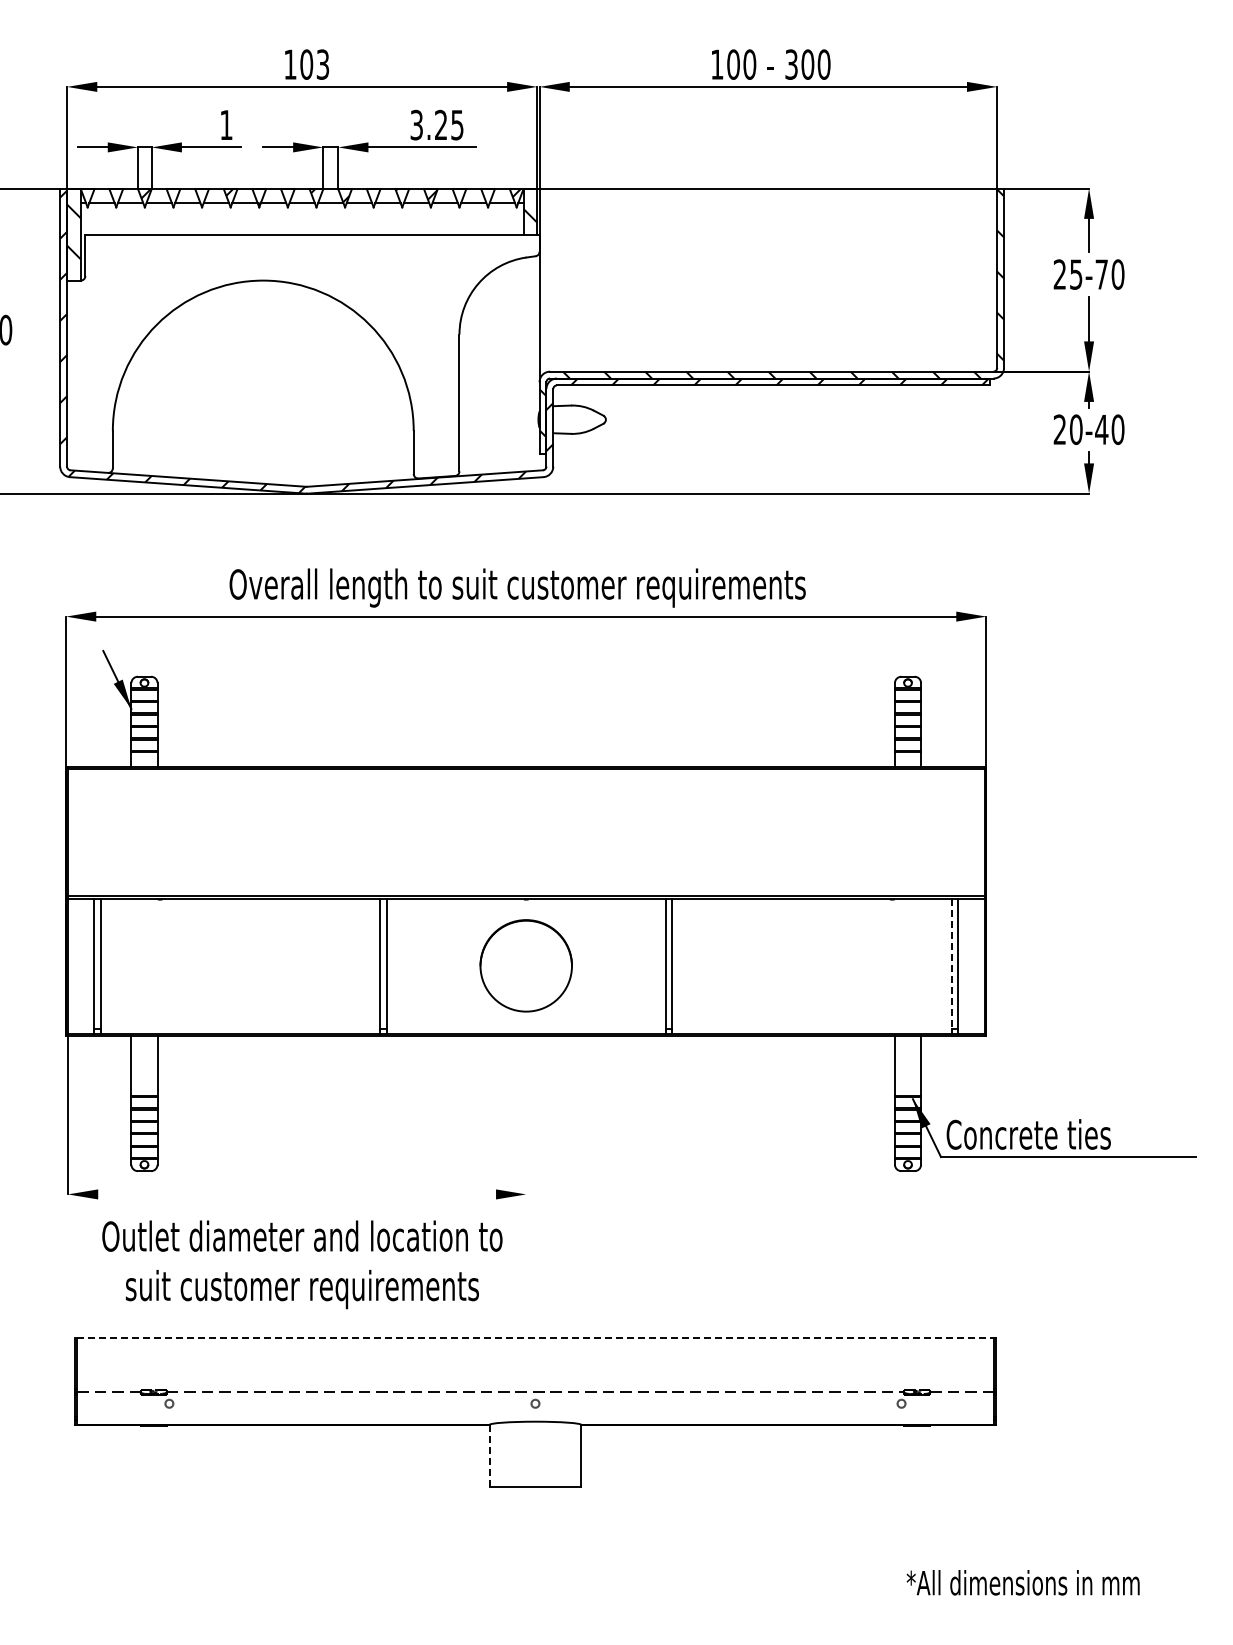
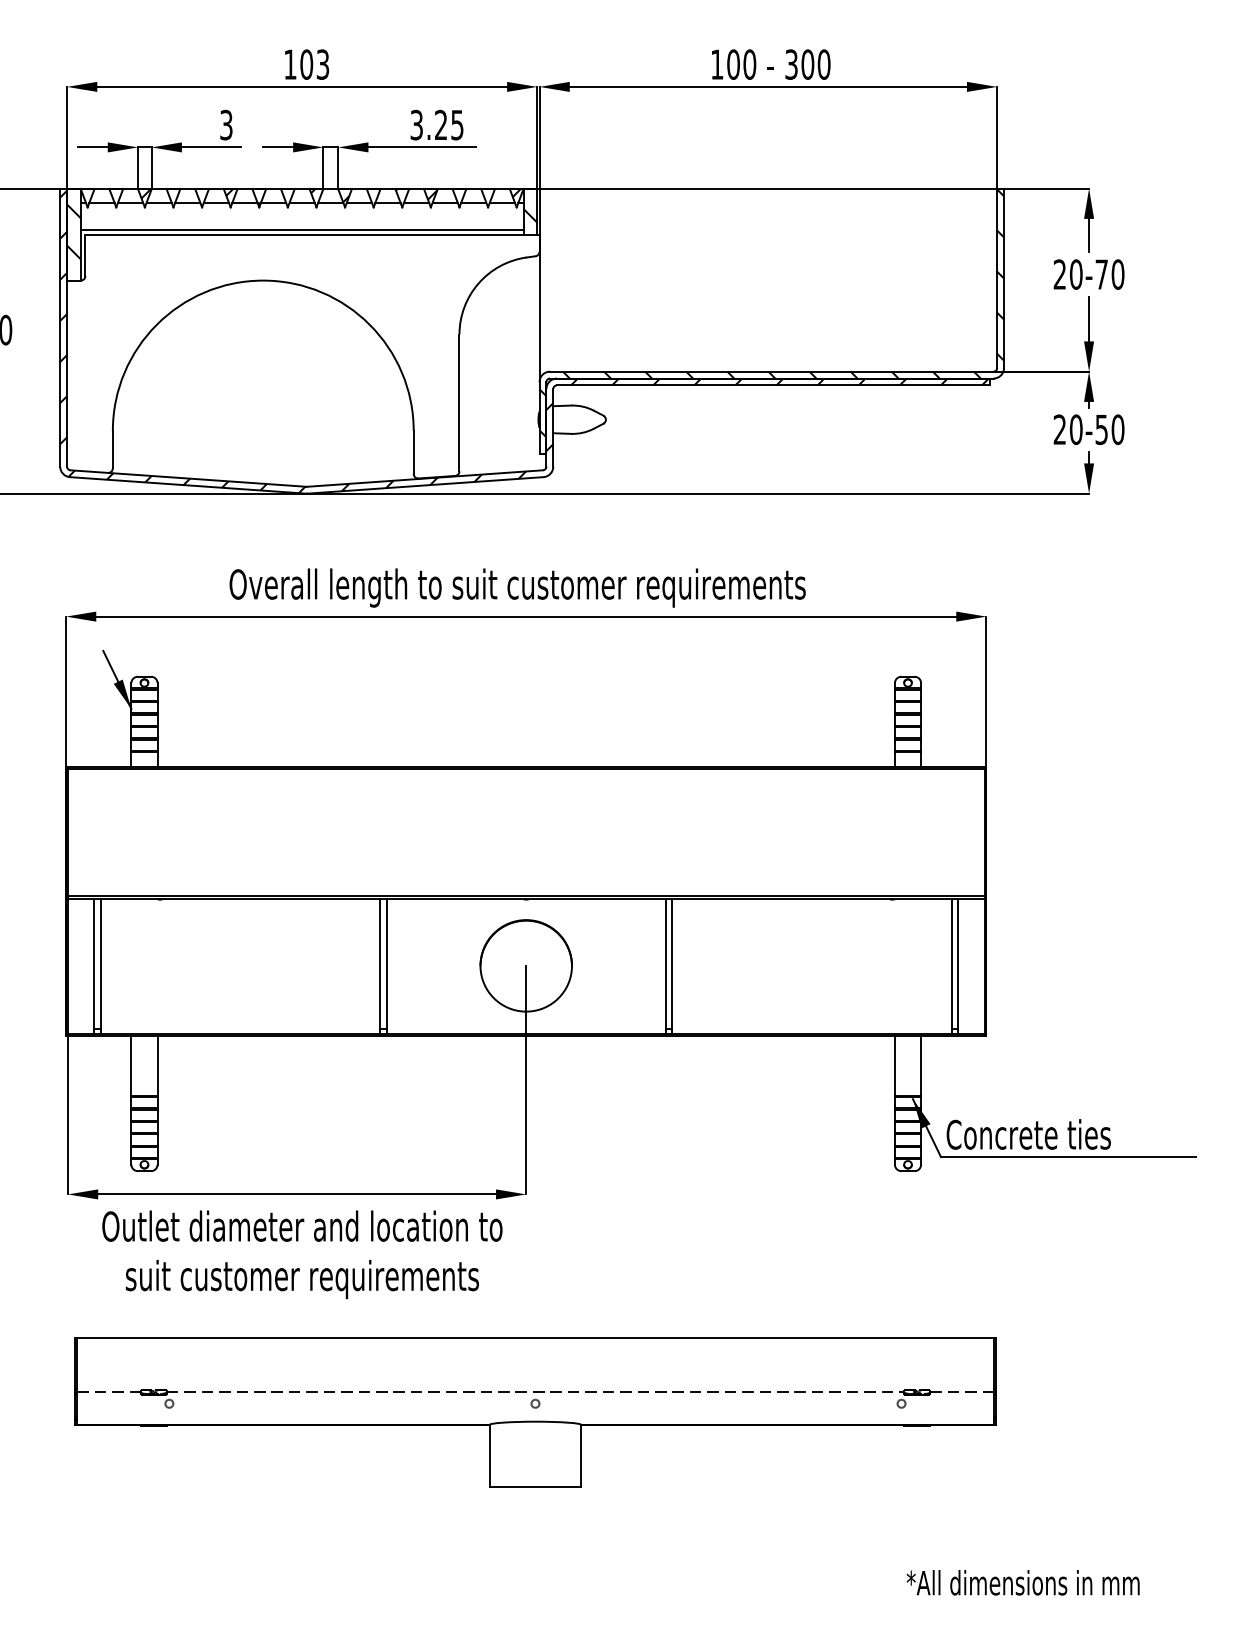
text at (226, 124): 1 -> 3
line at (301, 230): none -> present
text at (1075, 274): 25-70 -> 20-70
text at (1101, 430): 20-40 -> 20-50
line at (951, 964): dashed -> solid
line at (526, 1080): none -> present
line at (297, 1194): none -> present
text at (302, 1264) position: (302, 1264) -> (302, 1254)
line at (535, 1337): dashed -> solid
line at (489, 1456): dashed -> solid
